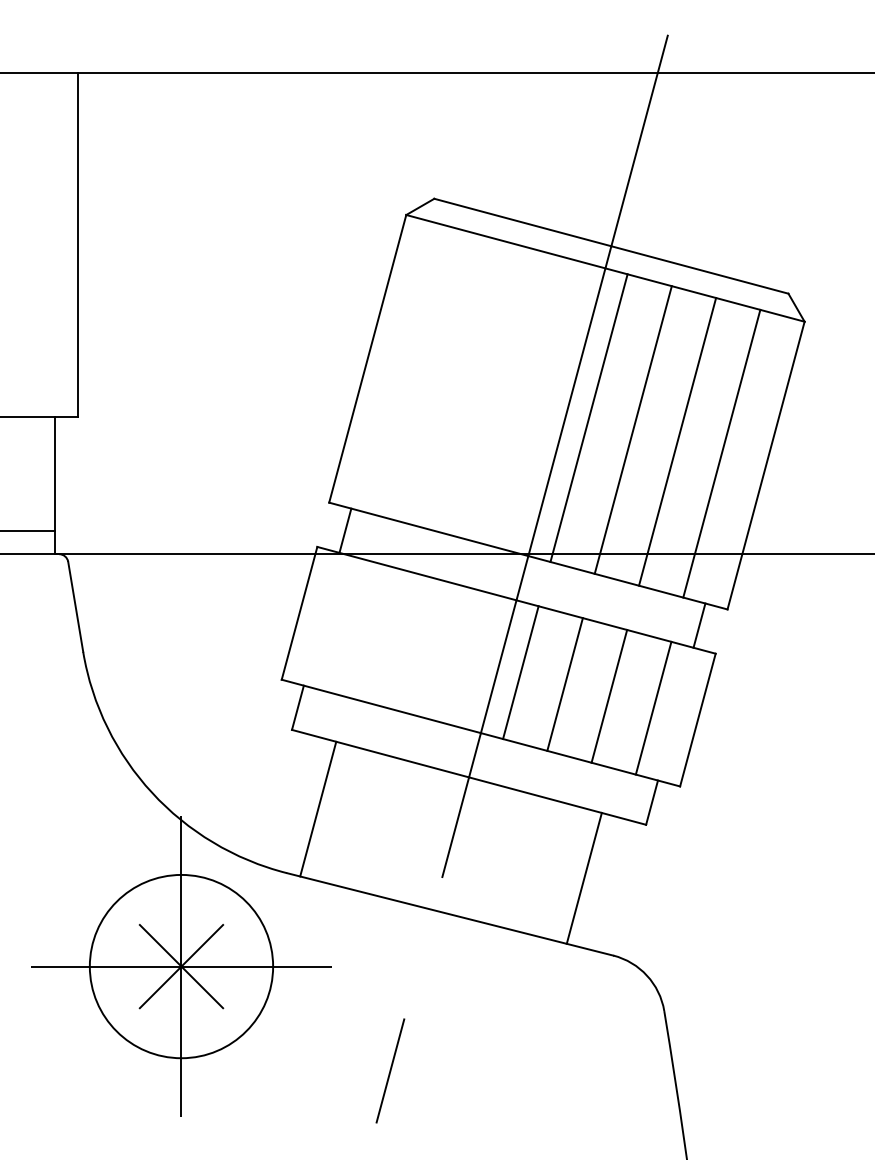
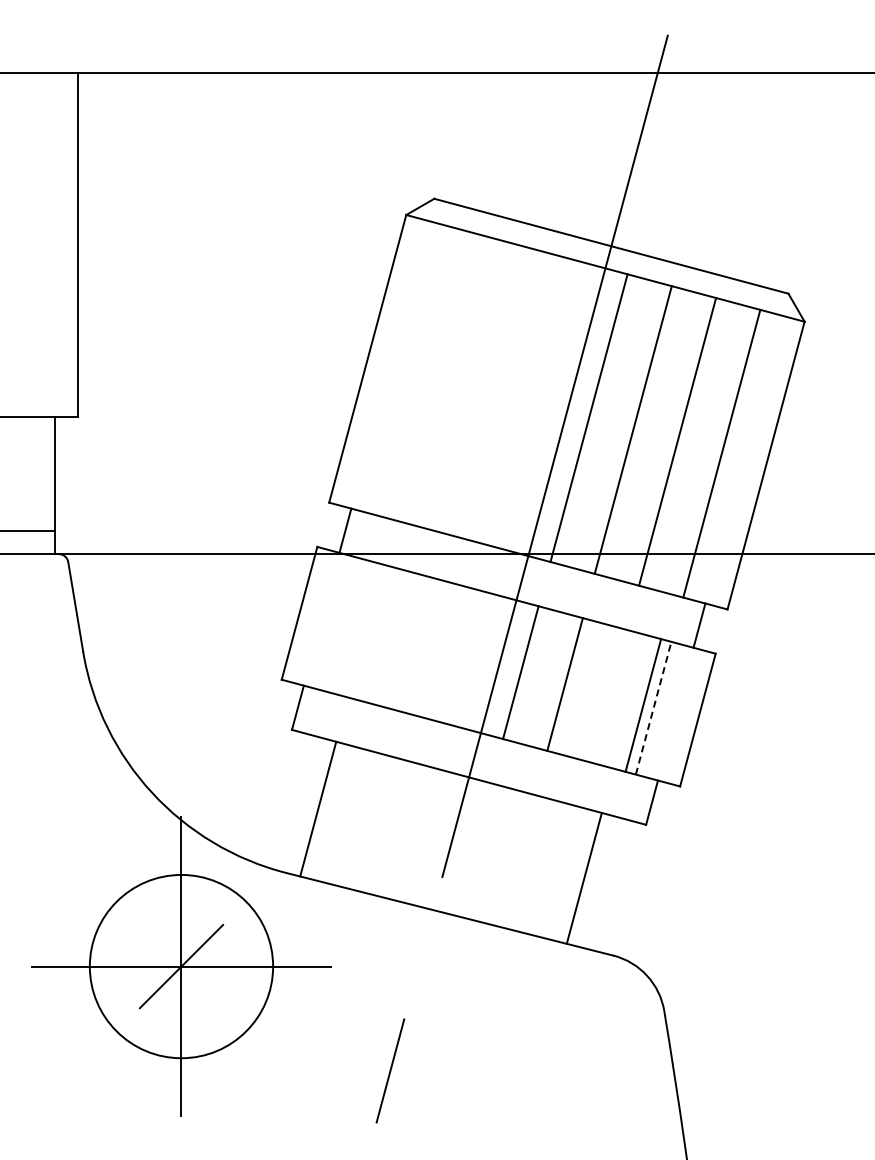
line at (609, 695) position: (609, 695) -> (643, 704)
line at (653, 708): solid -> dashed
line at (181, 966): present -> none
